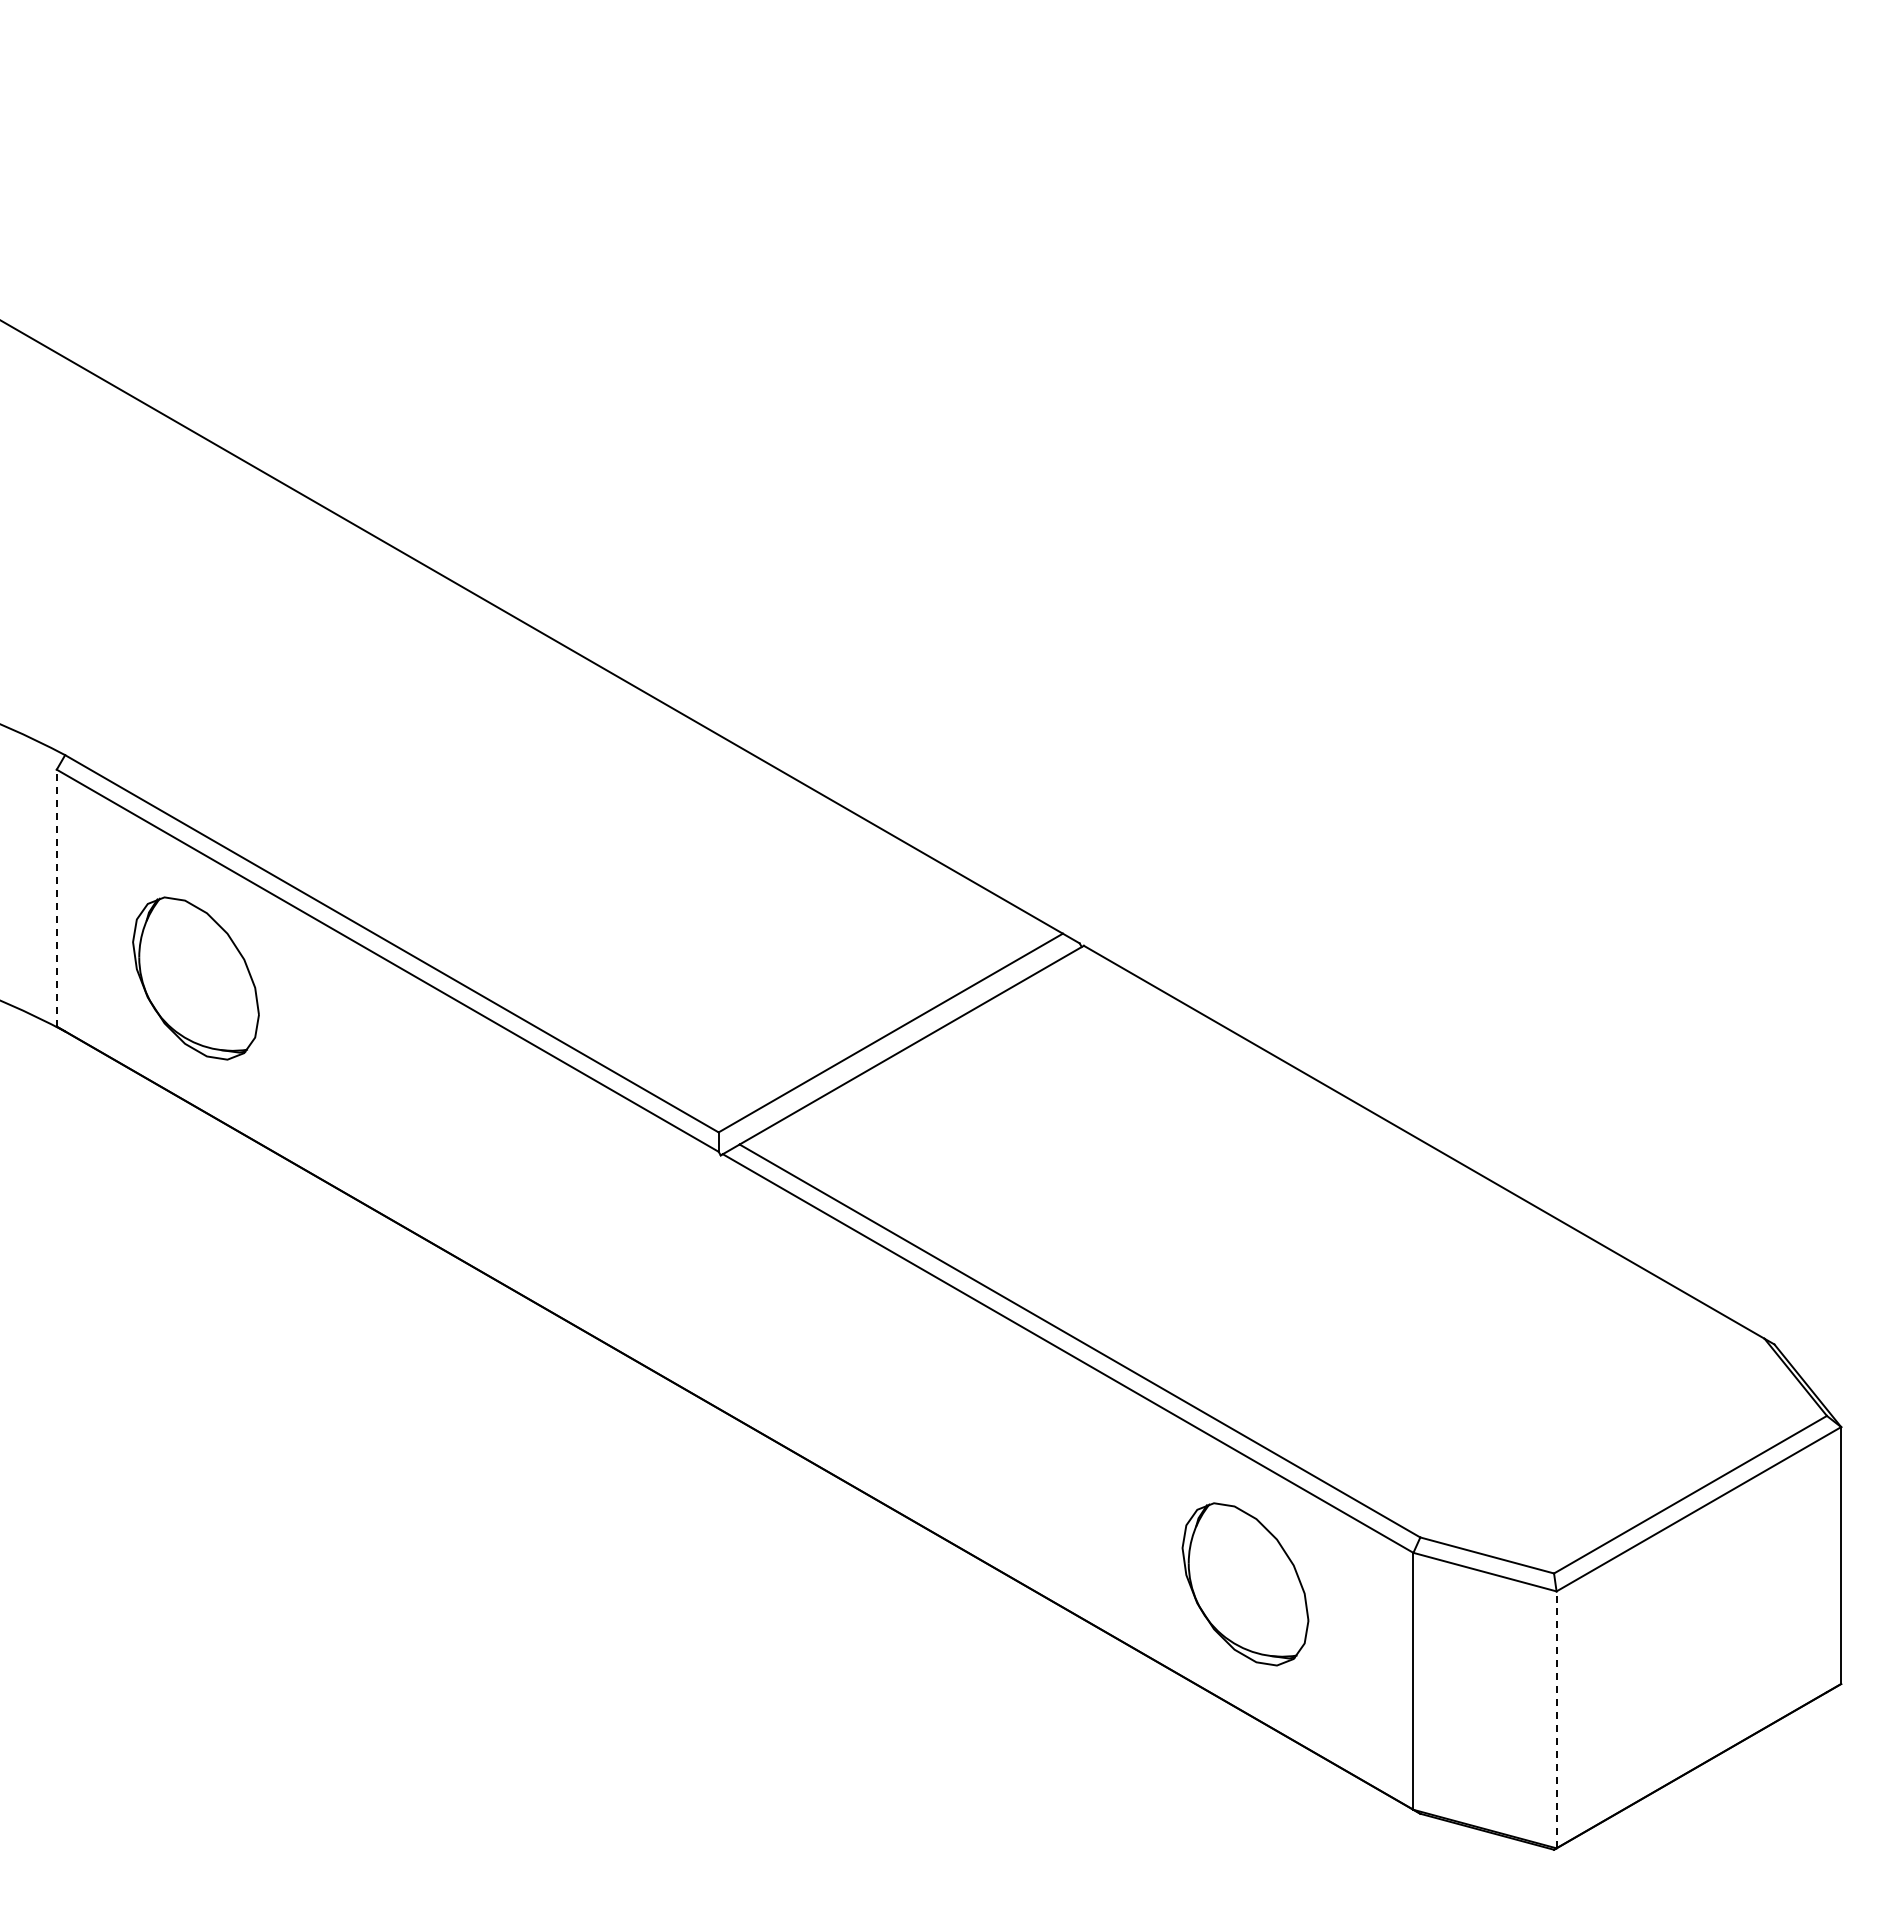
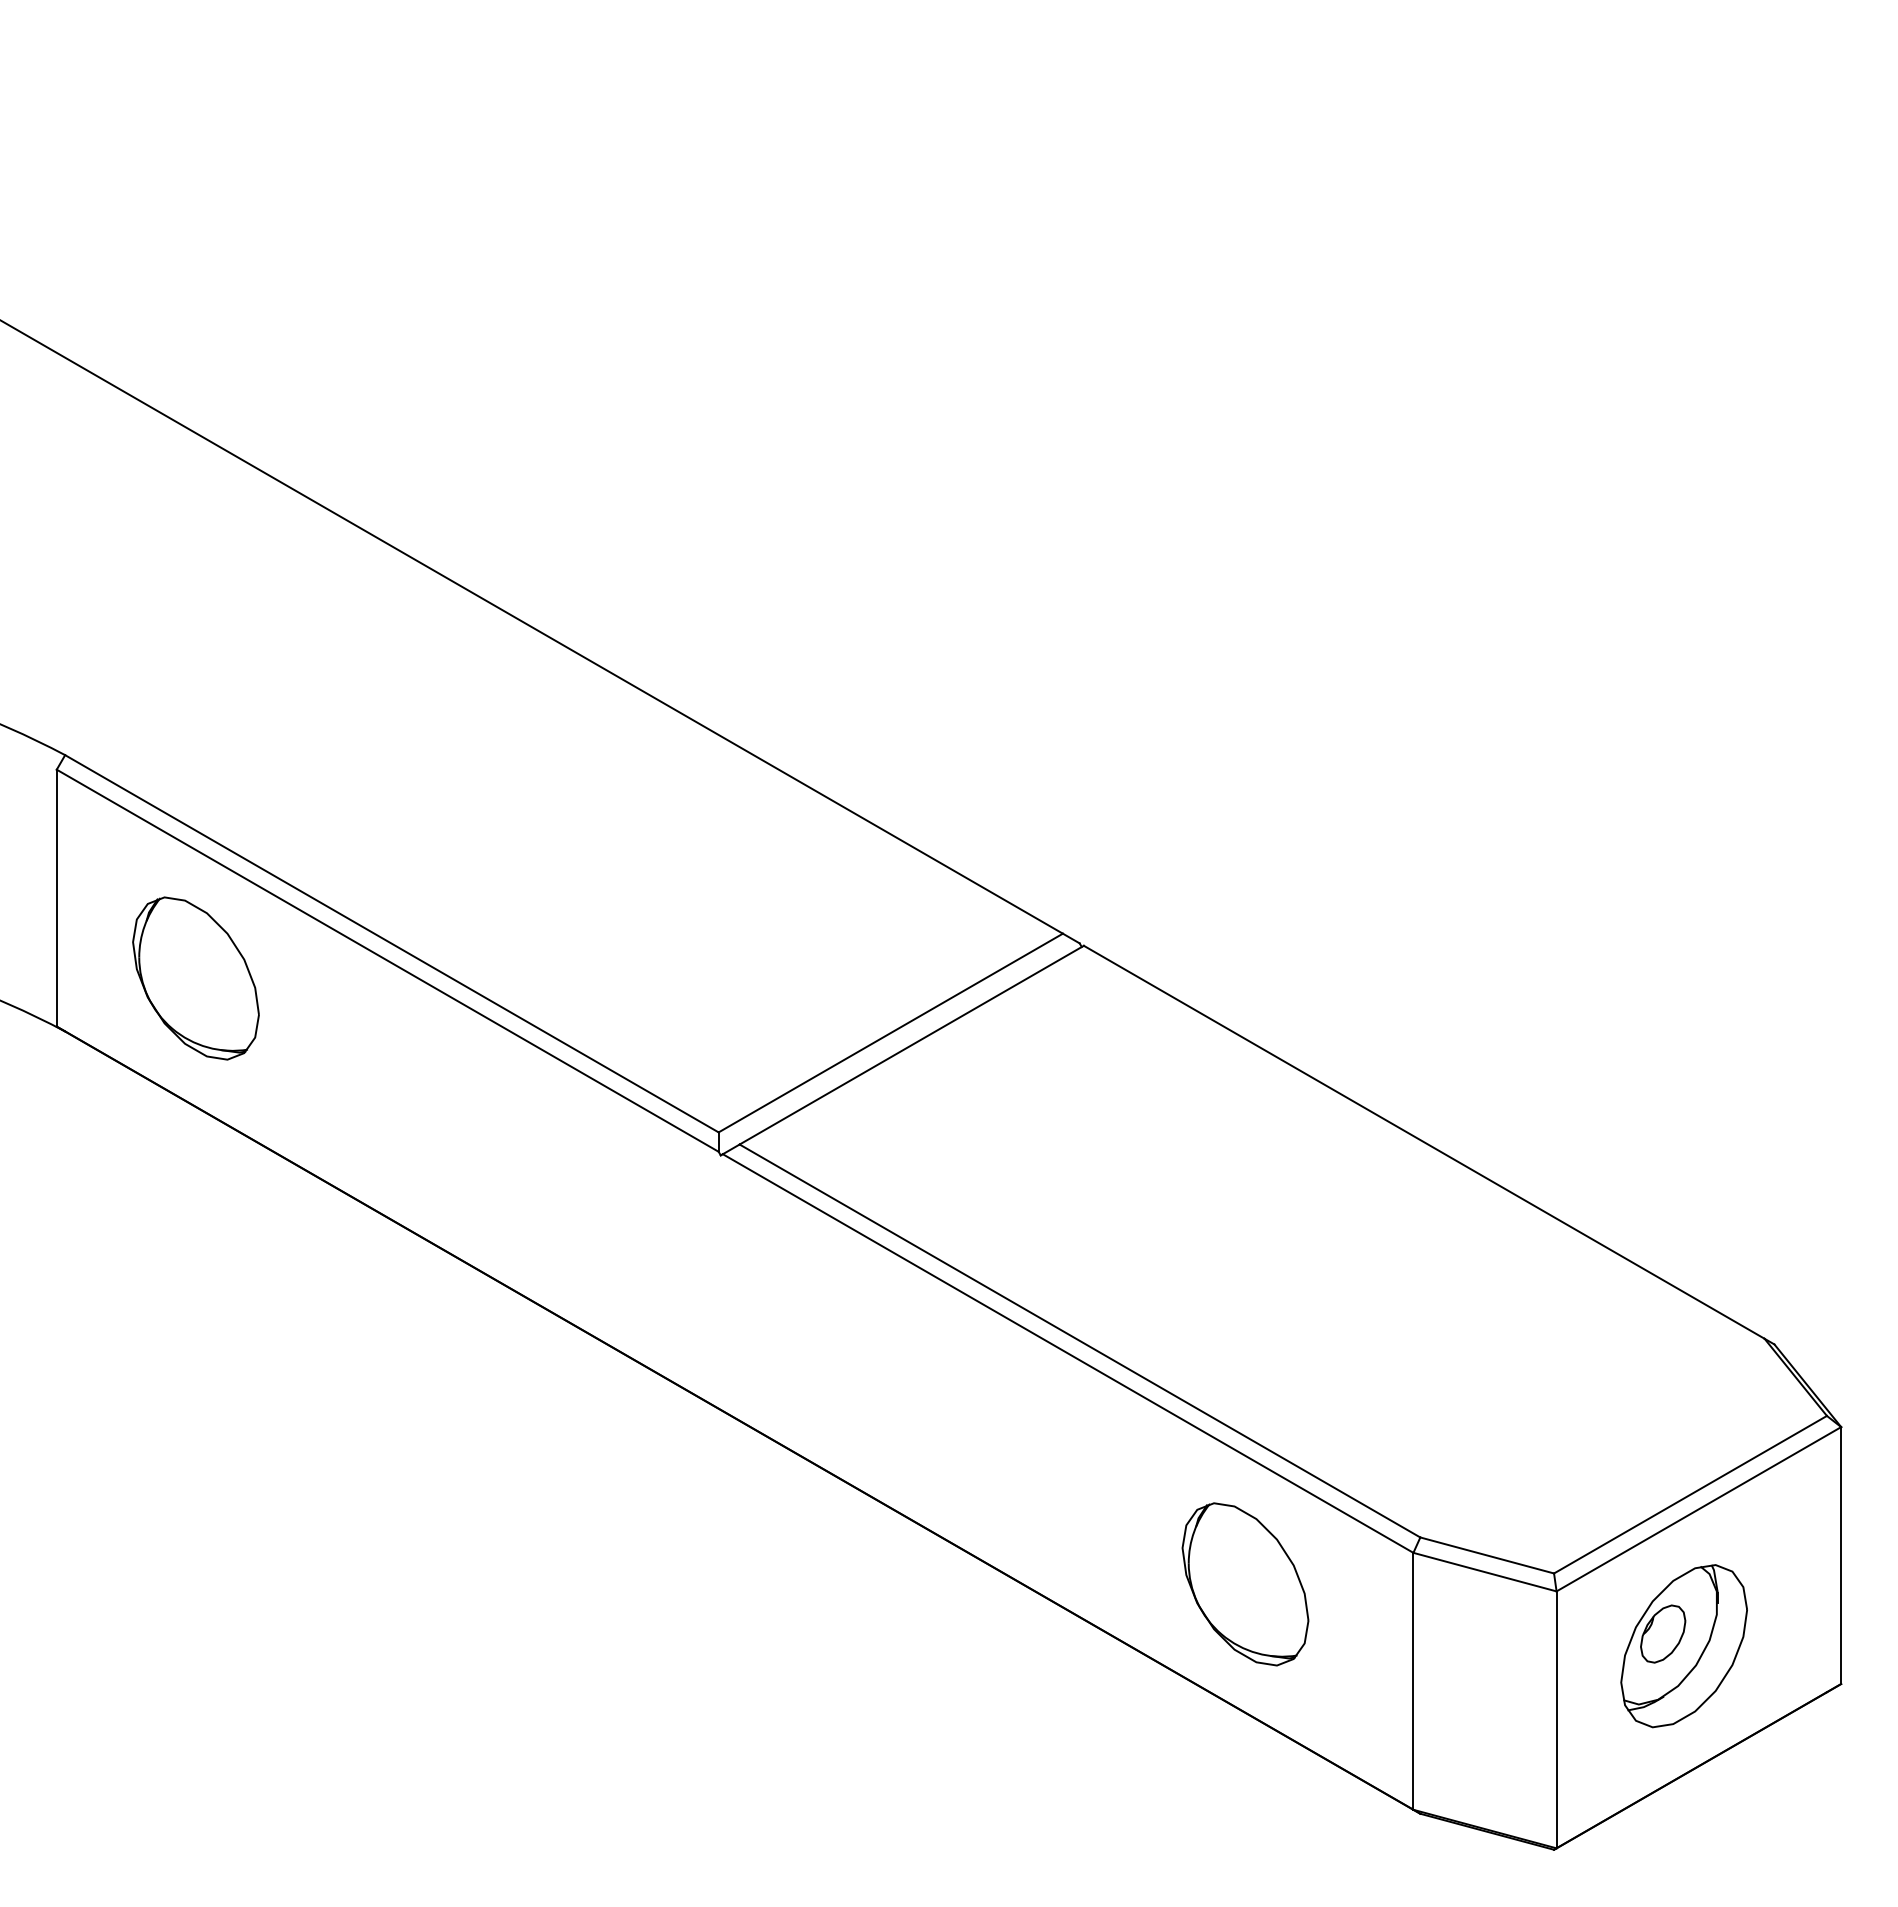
line at (56, 897): dashed -> solid
part at (1683, 1646): none -> present
line at (1556, 1719): dashed -> solid
